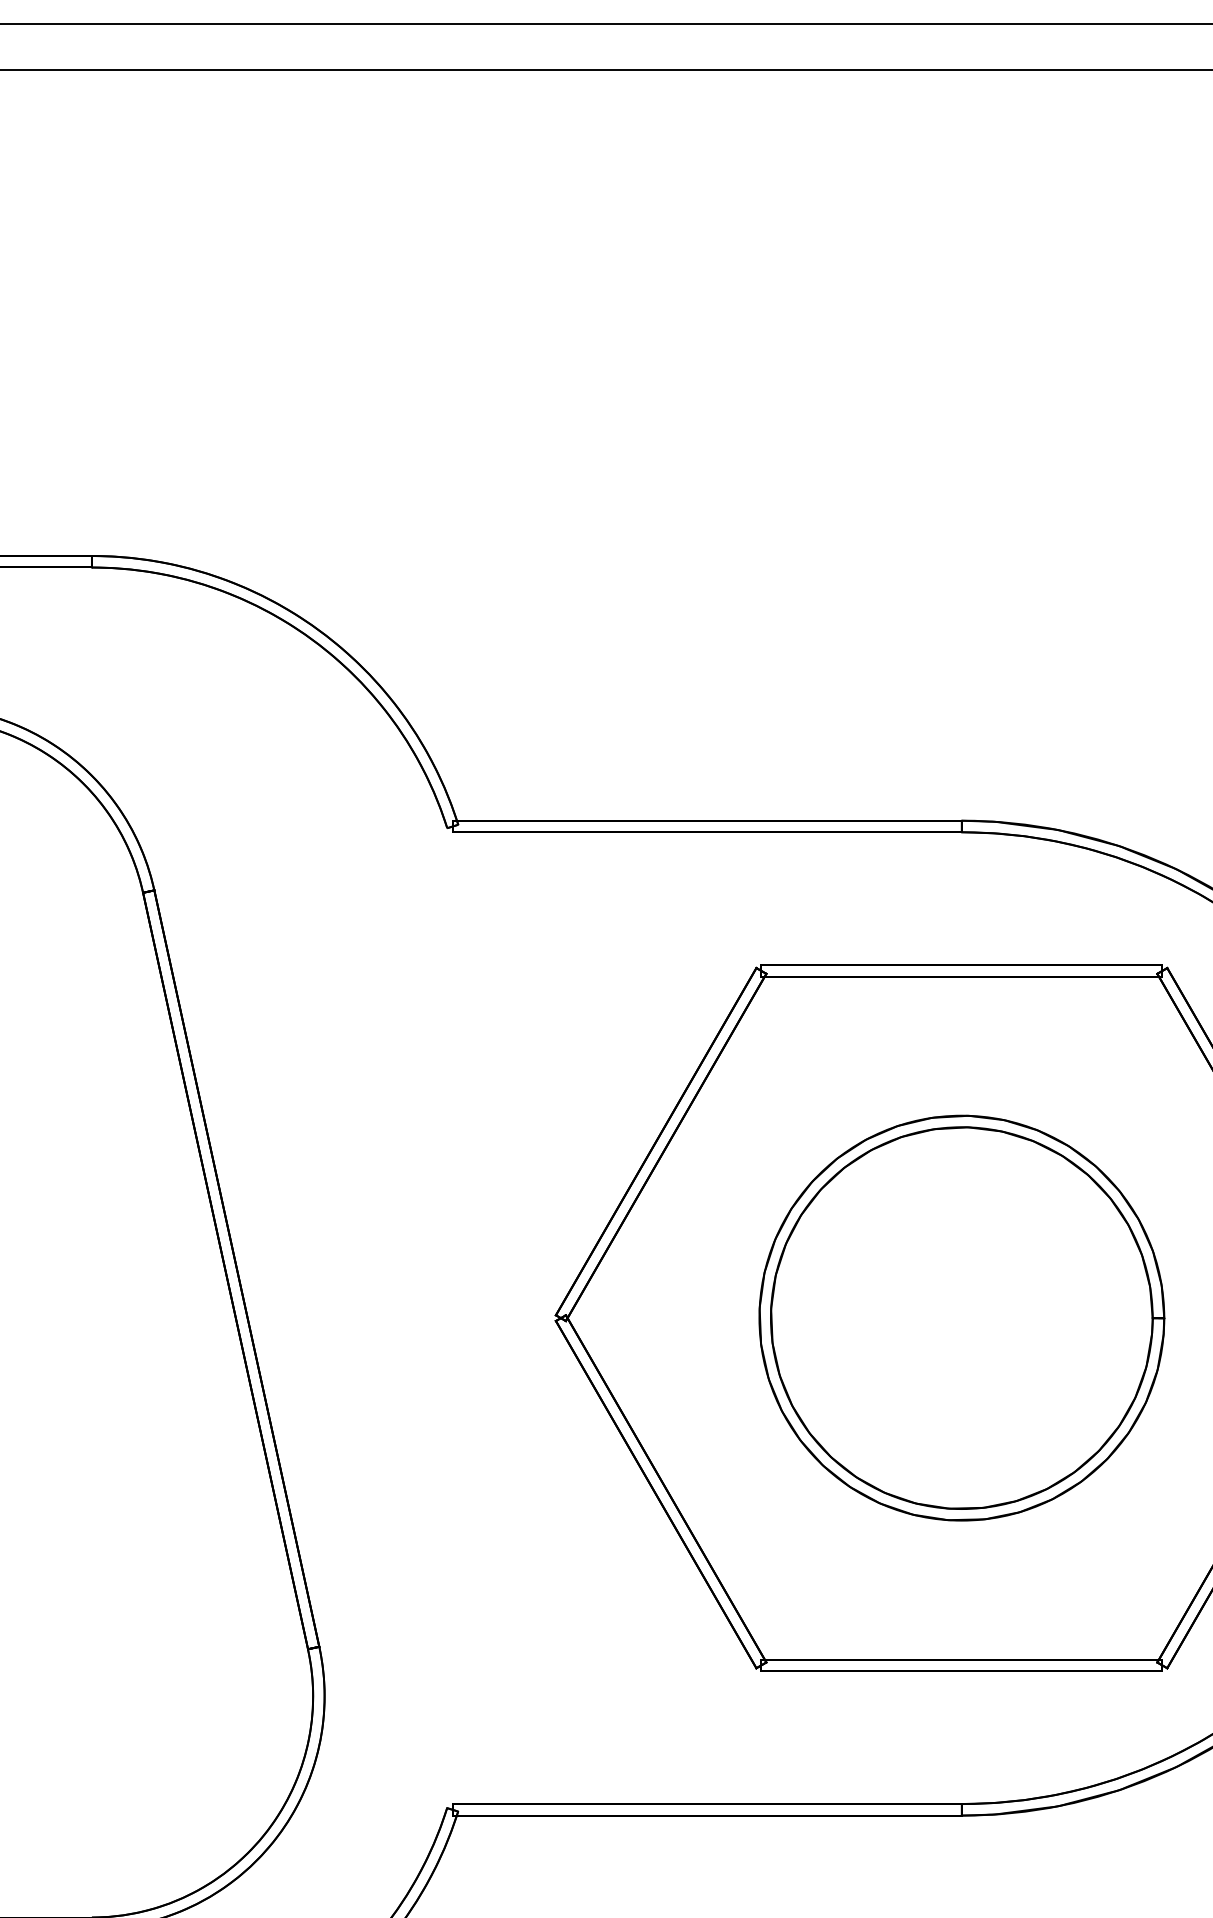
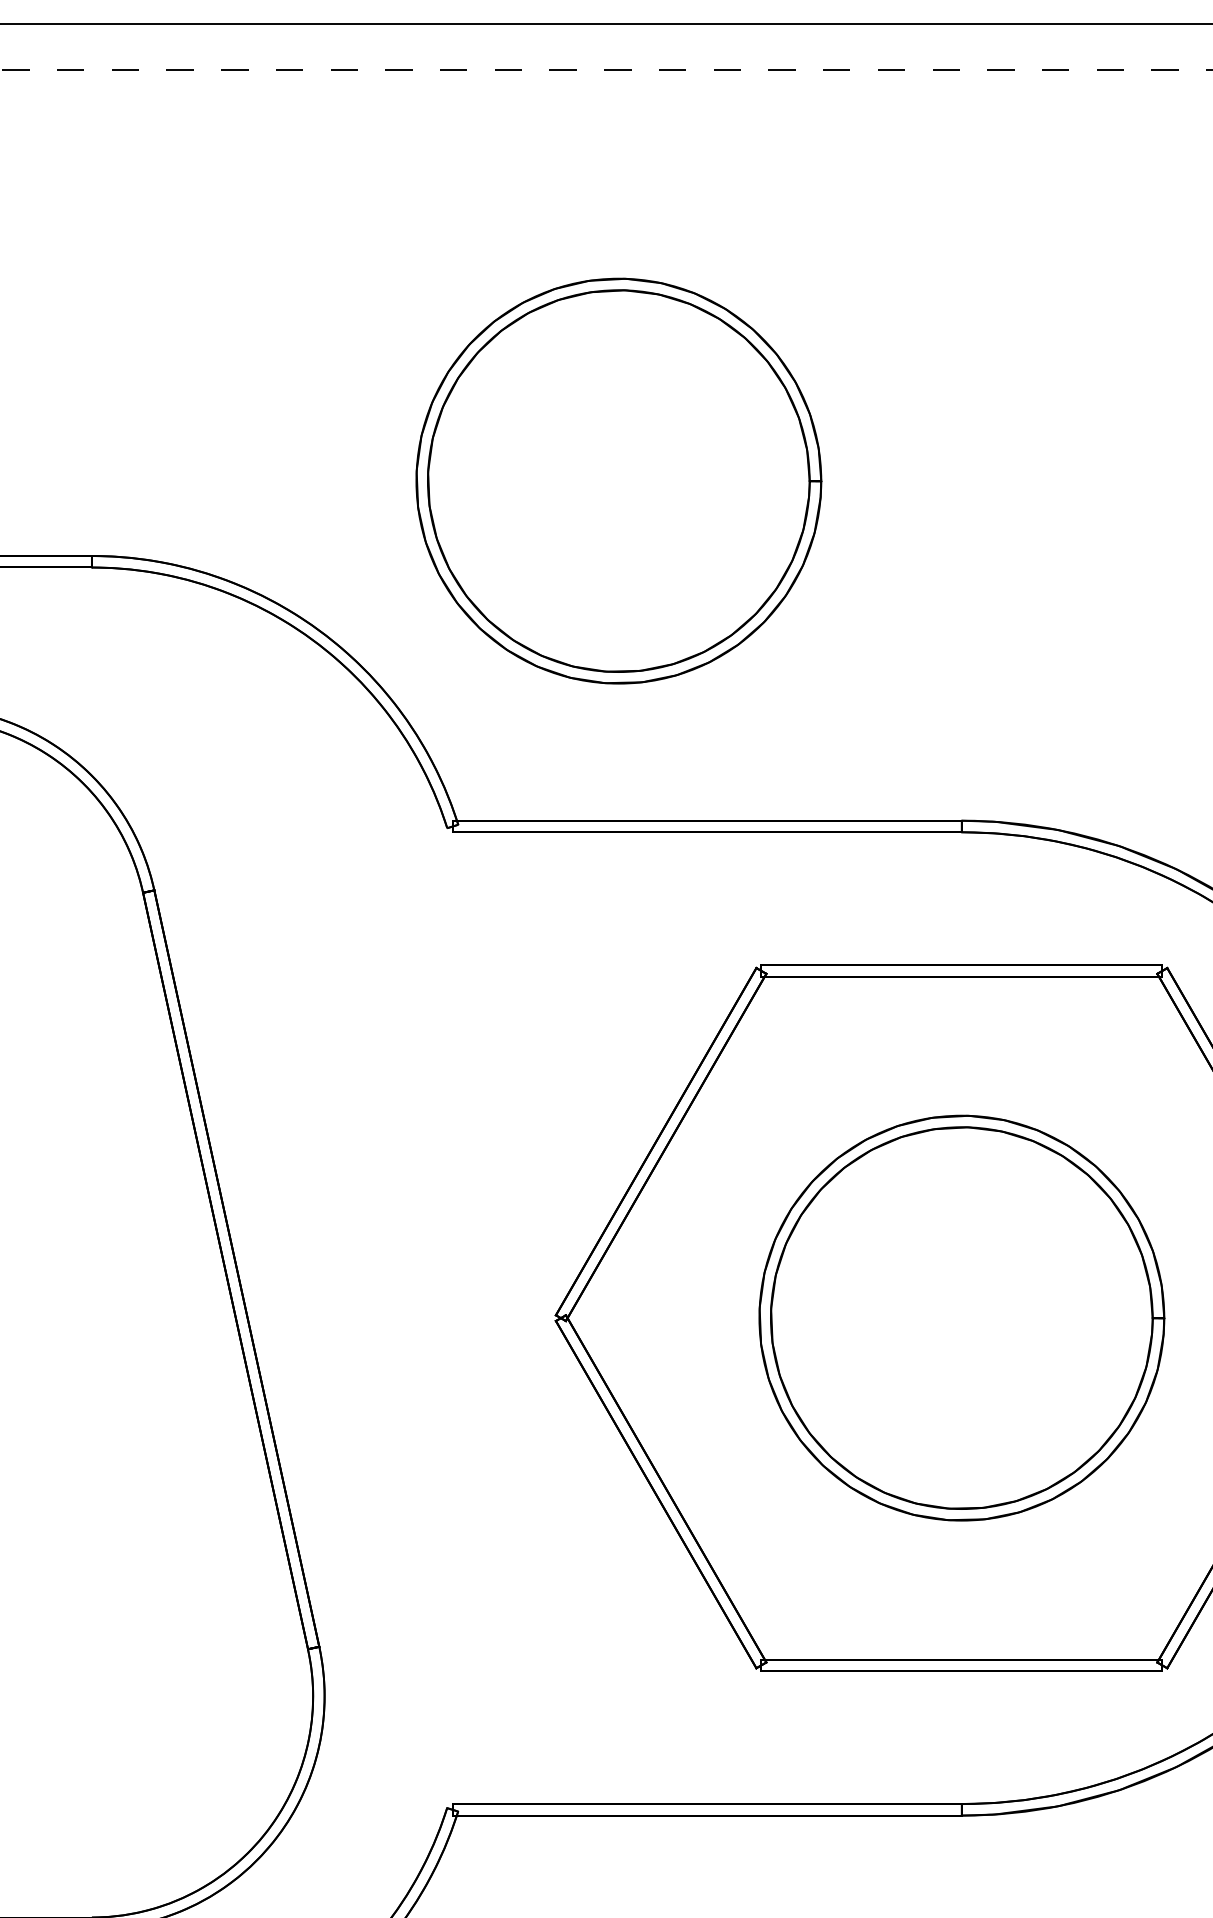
line at (606, 69): solid -> dashed
part at (618, 480): none -> present
